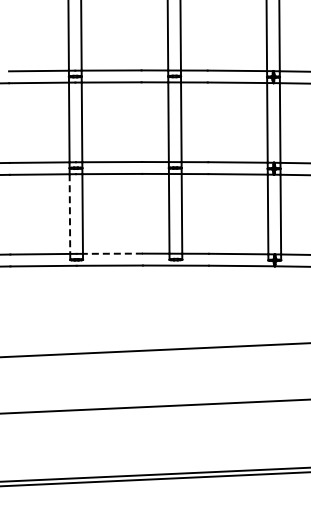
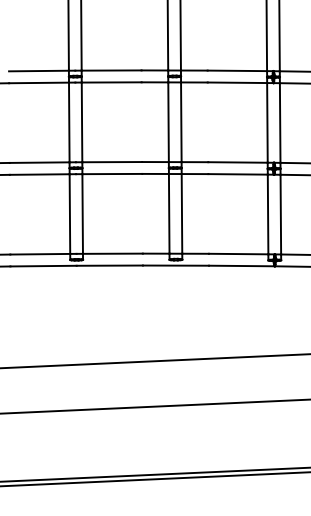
line at (69, 214): dashed -> solid
line at (112, 253): dashed -> solid
line at (154, 350) position: (154, 350) -> (154, 361)
